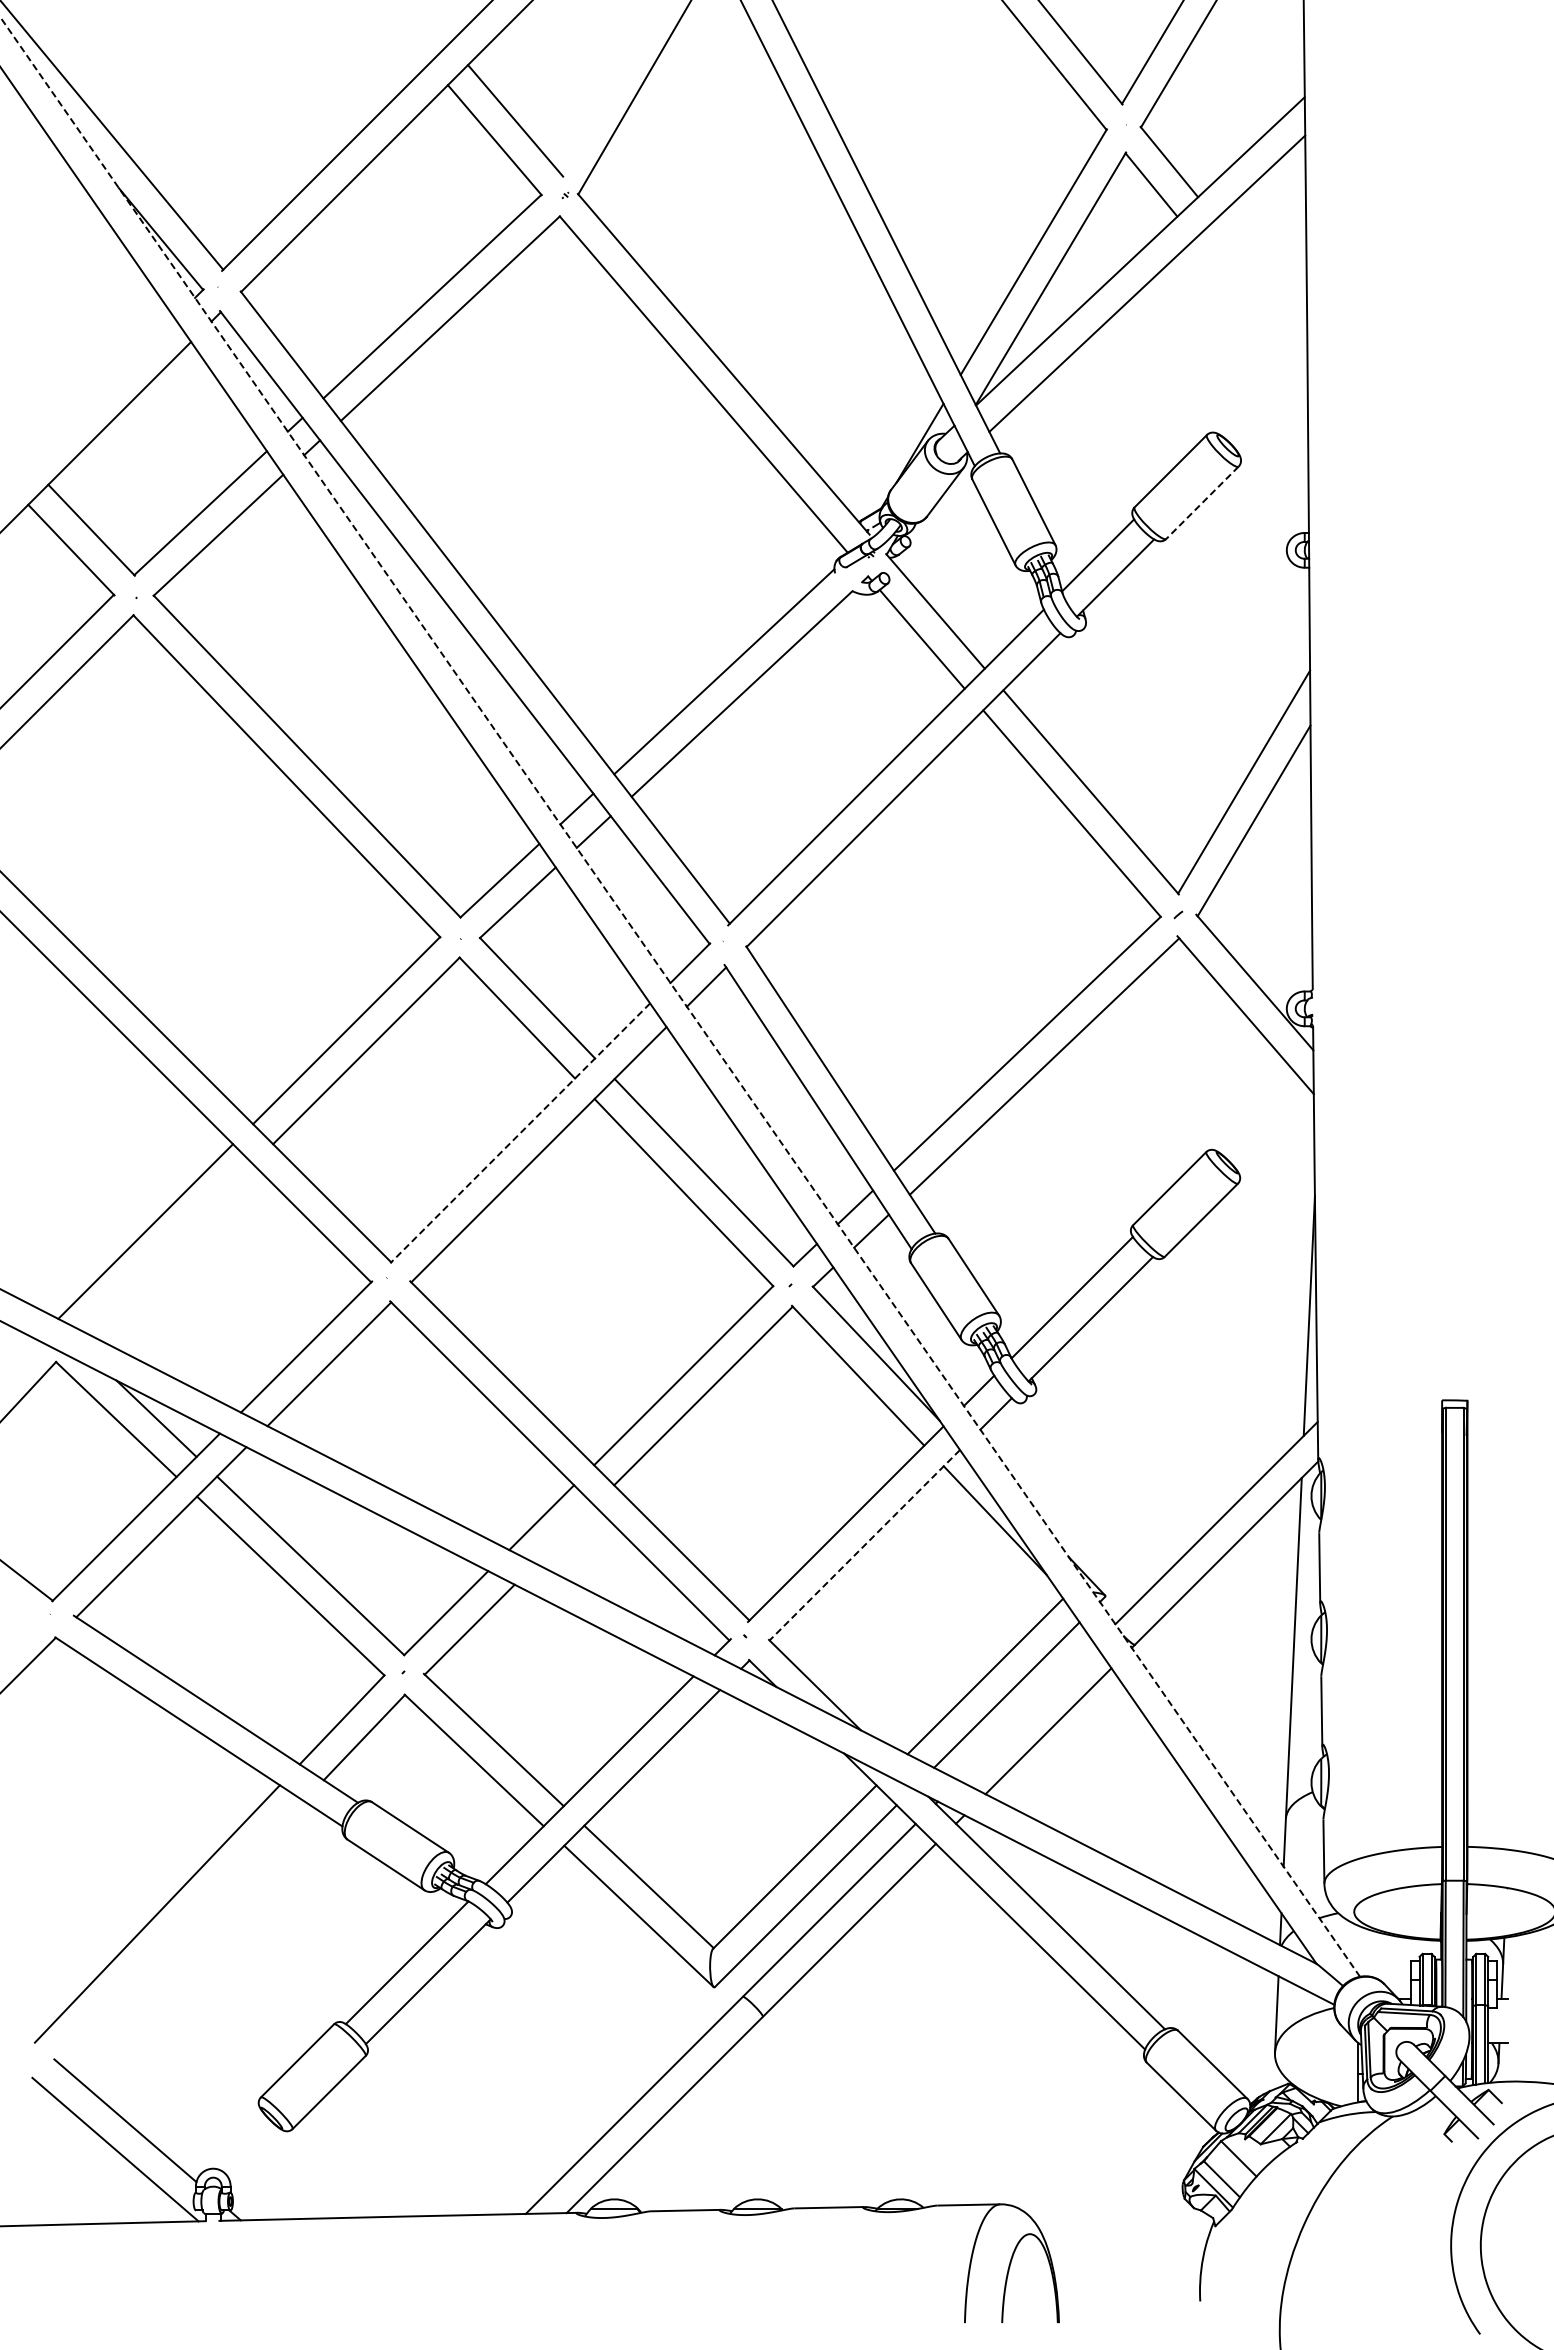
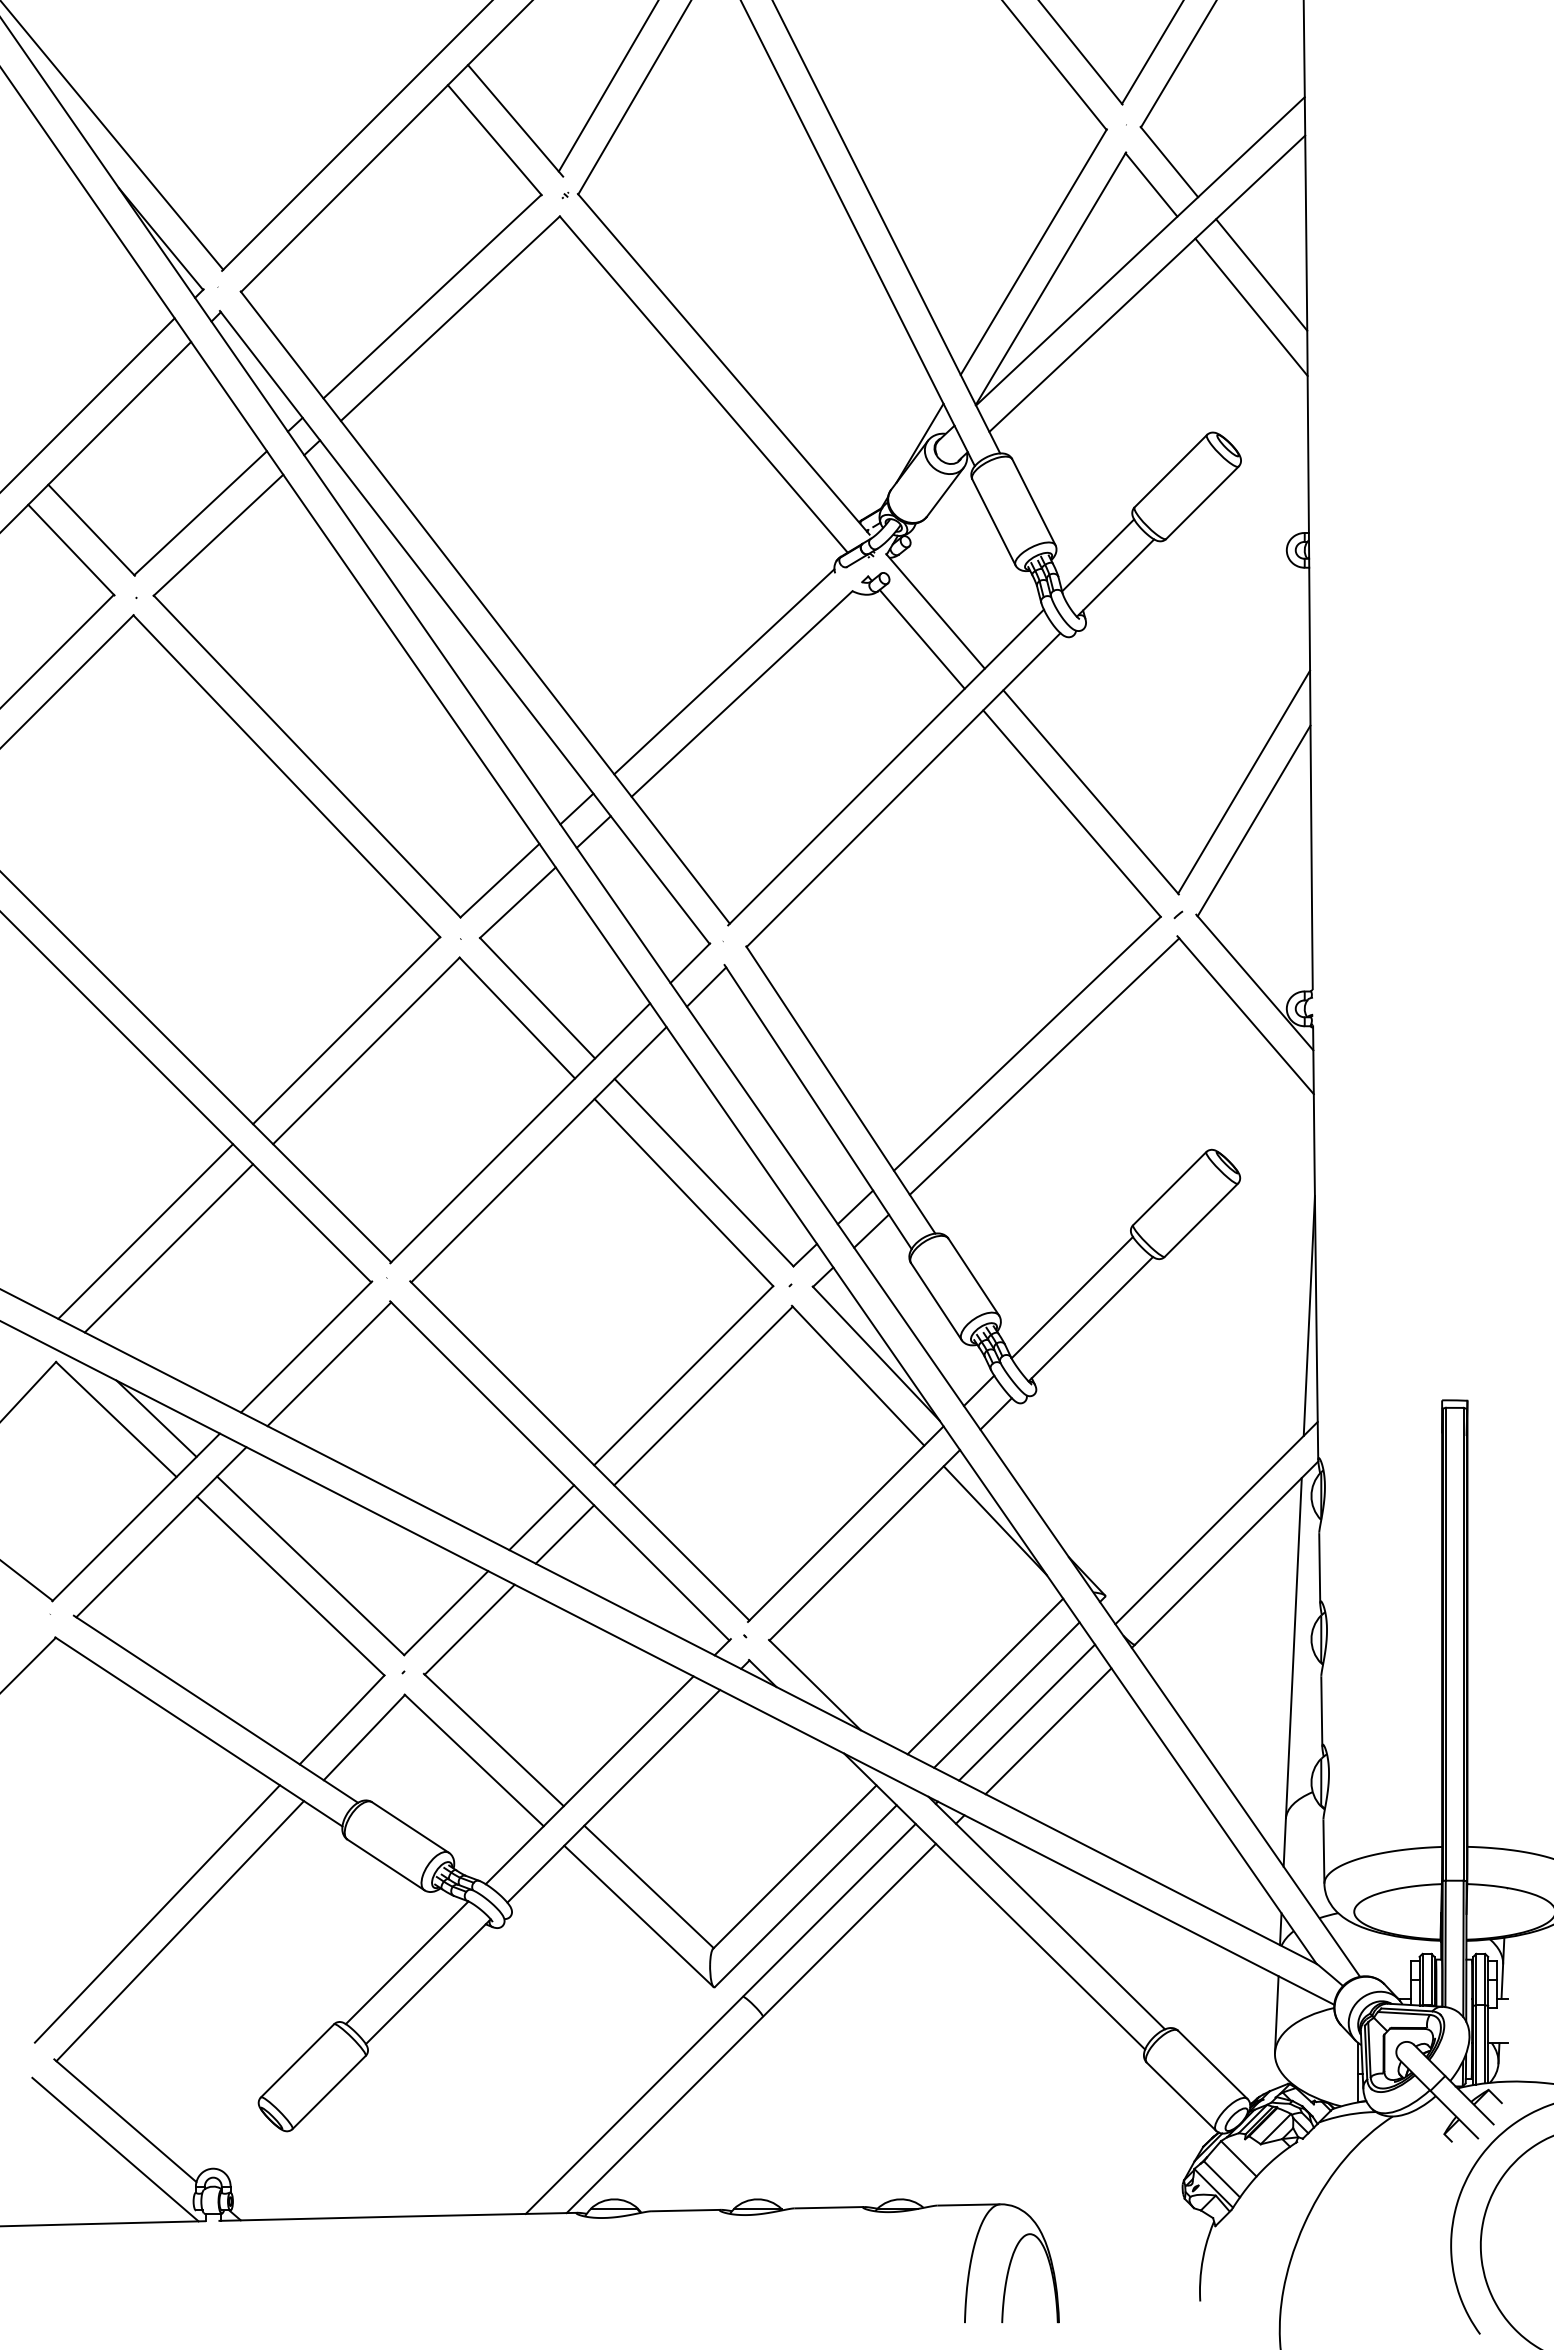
line at (607, 86): none -> present
line at (1261, 274): none -> present
line at (1251, 306): none -> present
line at (88, 404): none -> present
line at (1202, 503): dashed -> solid
line at (680, 997): dashed -> solid
line at (520, 1133): dashed -> solid
line at (168, 1248): none -> present
line at (564, 1534): none -> present
line at (864, 1545): dashed -> solid
line at (1027, 1712): none -> present
line at (179, 1931): none -> present
